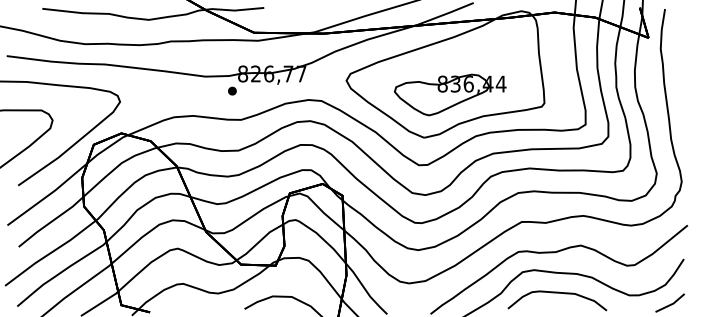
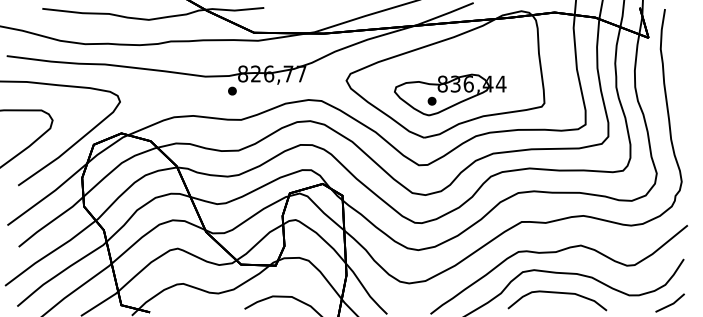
part at (431, 100): none -> present
